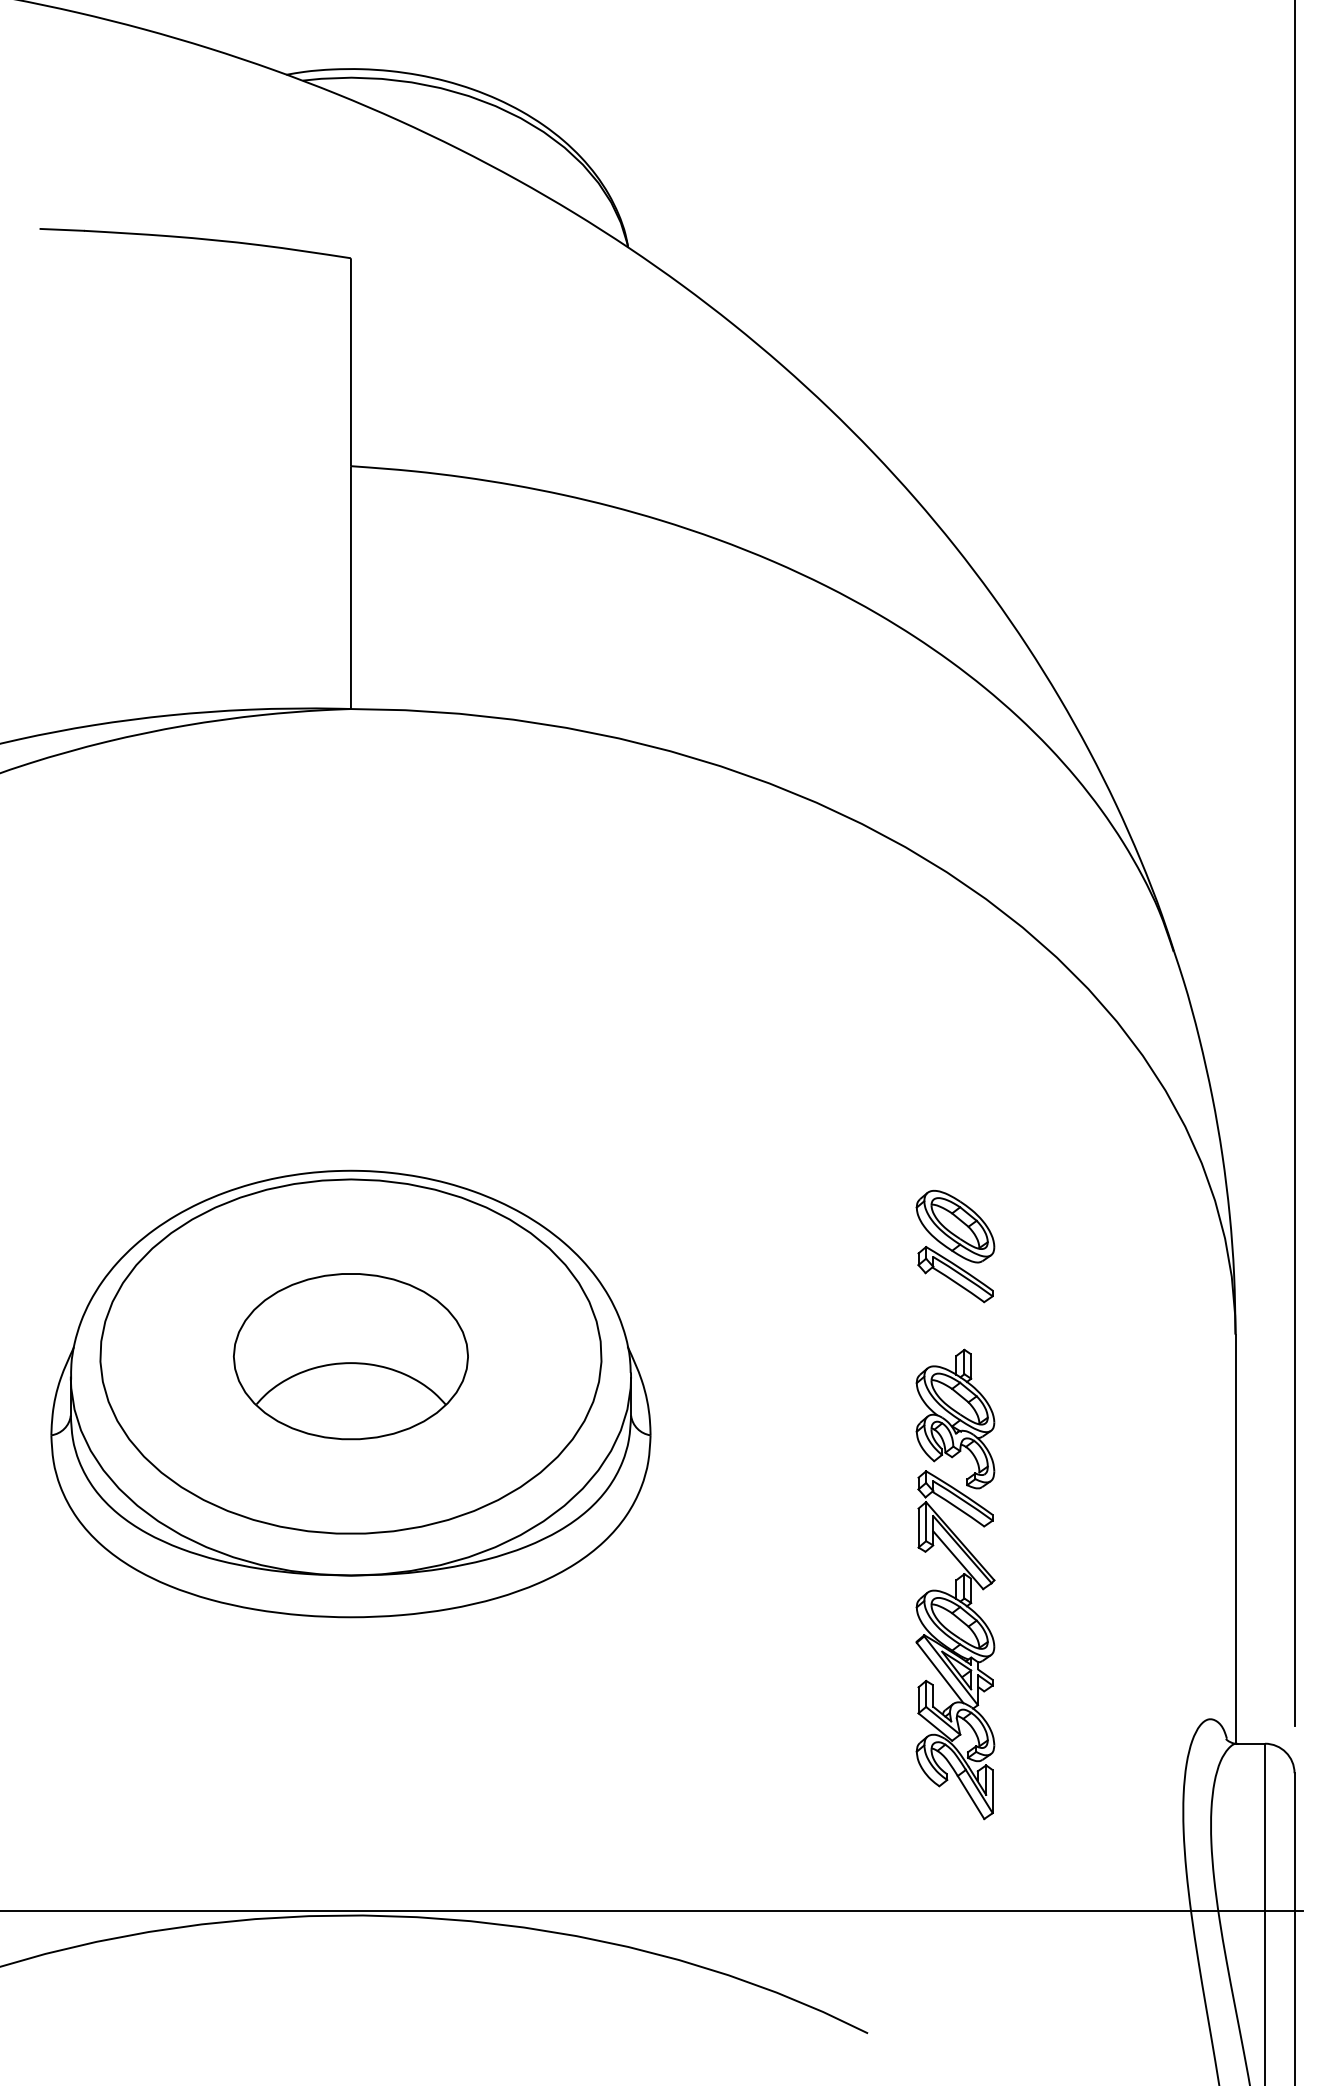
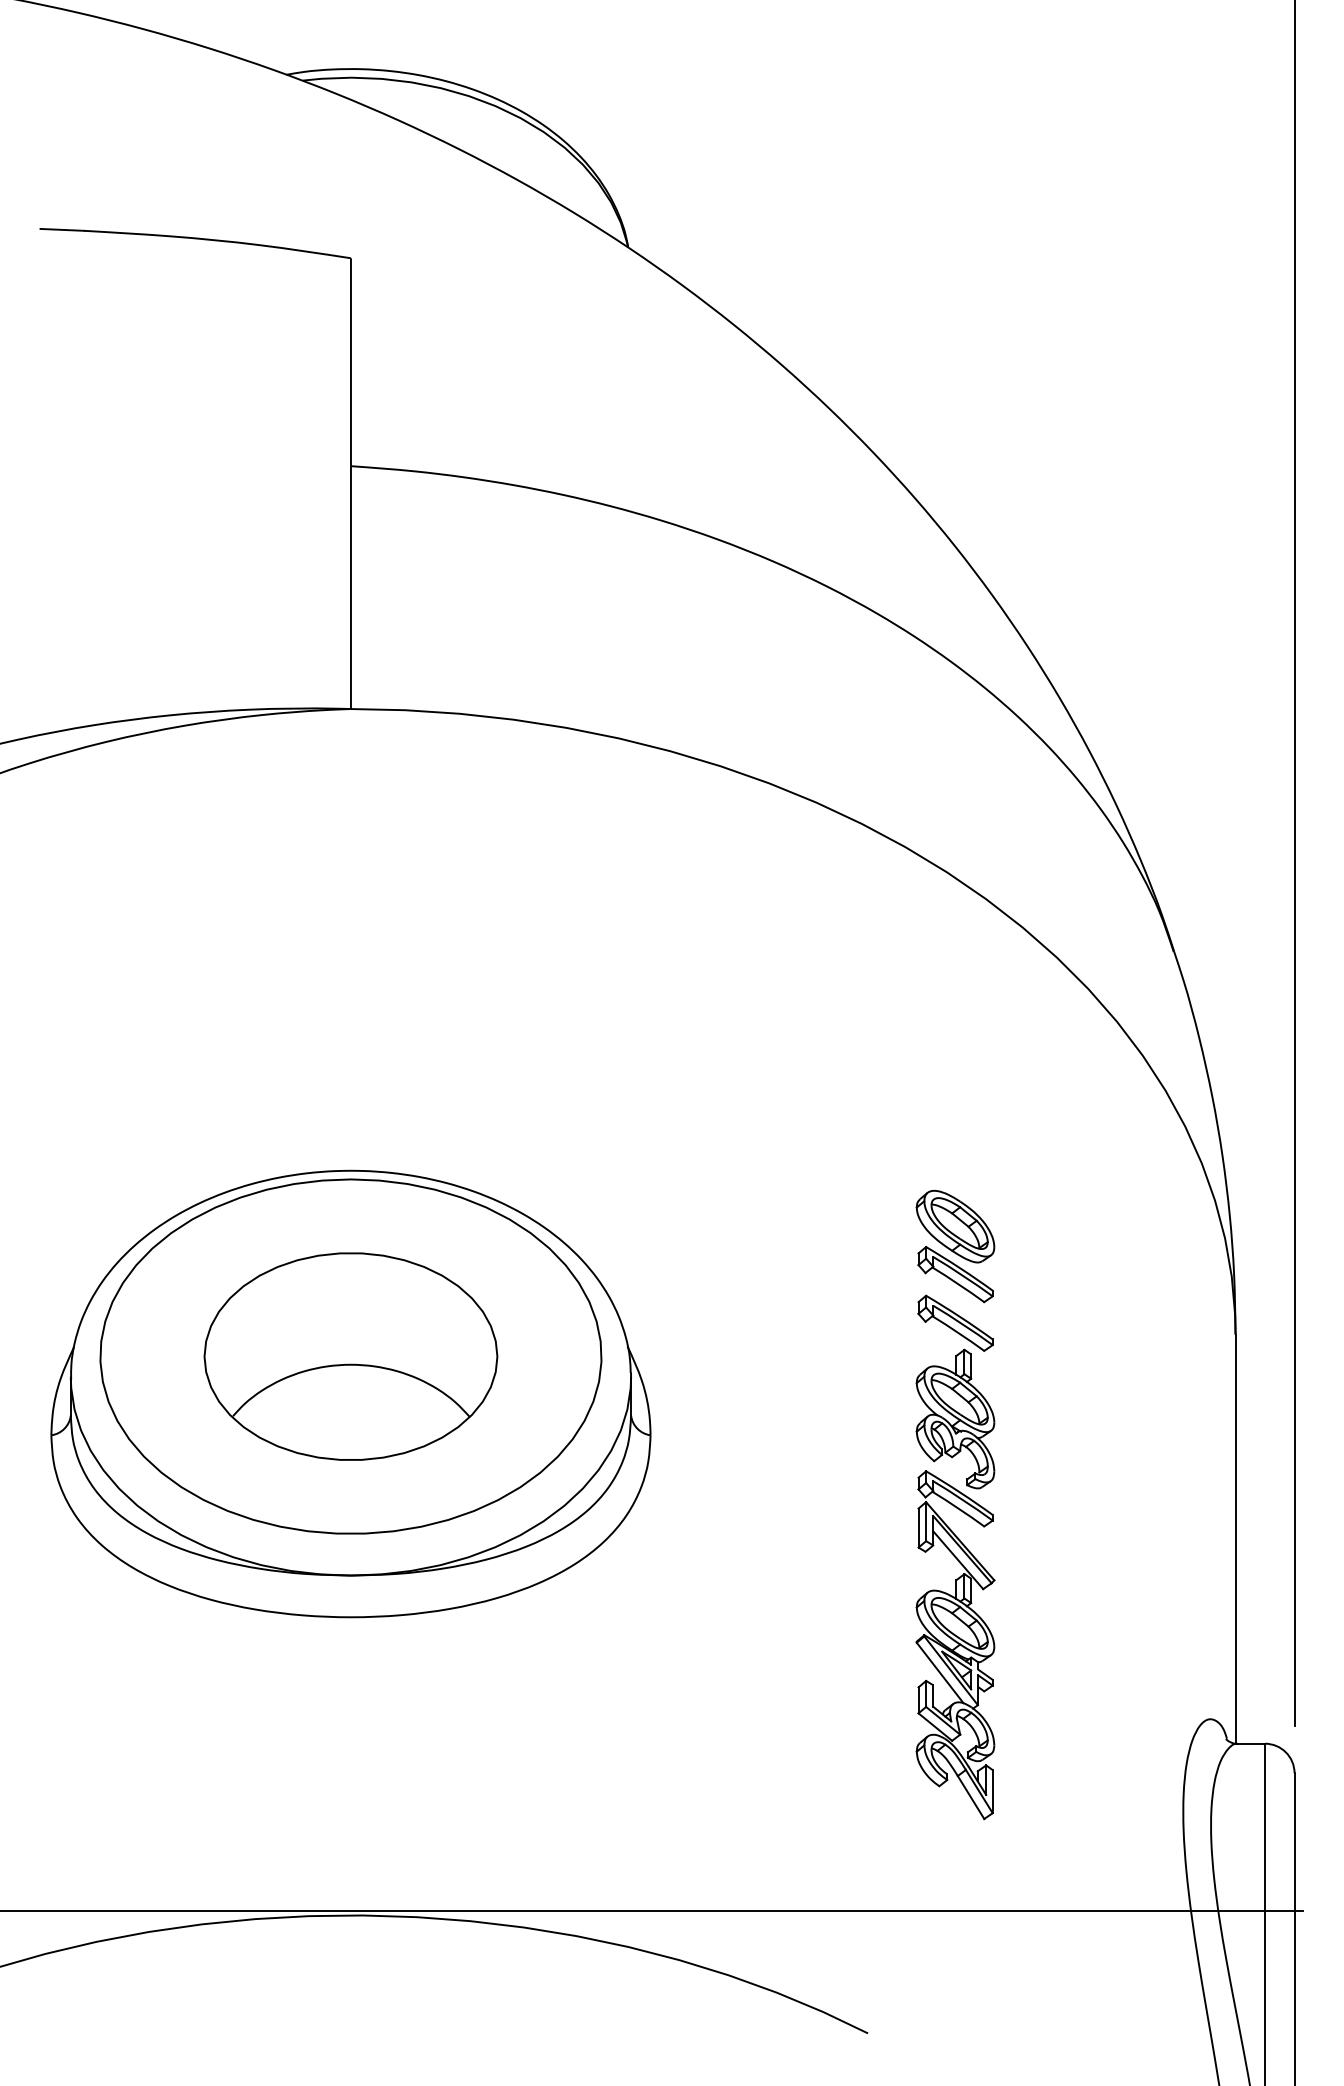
part at (955, 1322): none -> present
part at (350, 1356) size: 236x168 px -> 296x209 px
